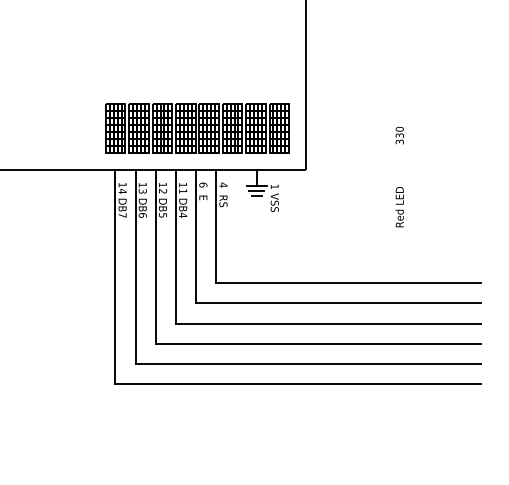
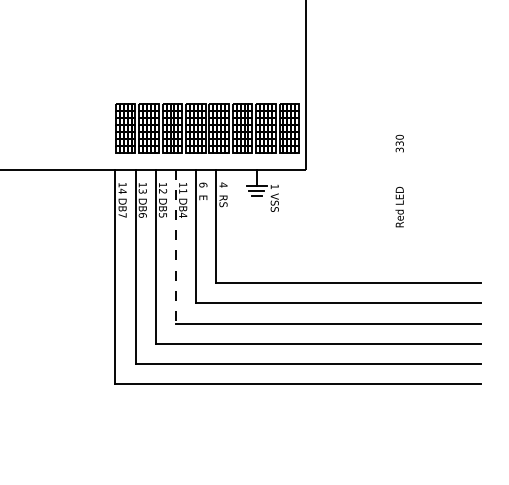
part at (197, 128) position: (197, 128) -> (207, 128)
text at (399, 135) position: (399, 135) -> (399, 143)
line at (175, 246): solid -> dashed
